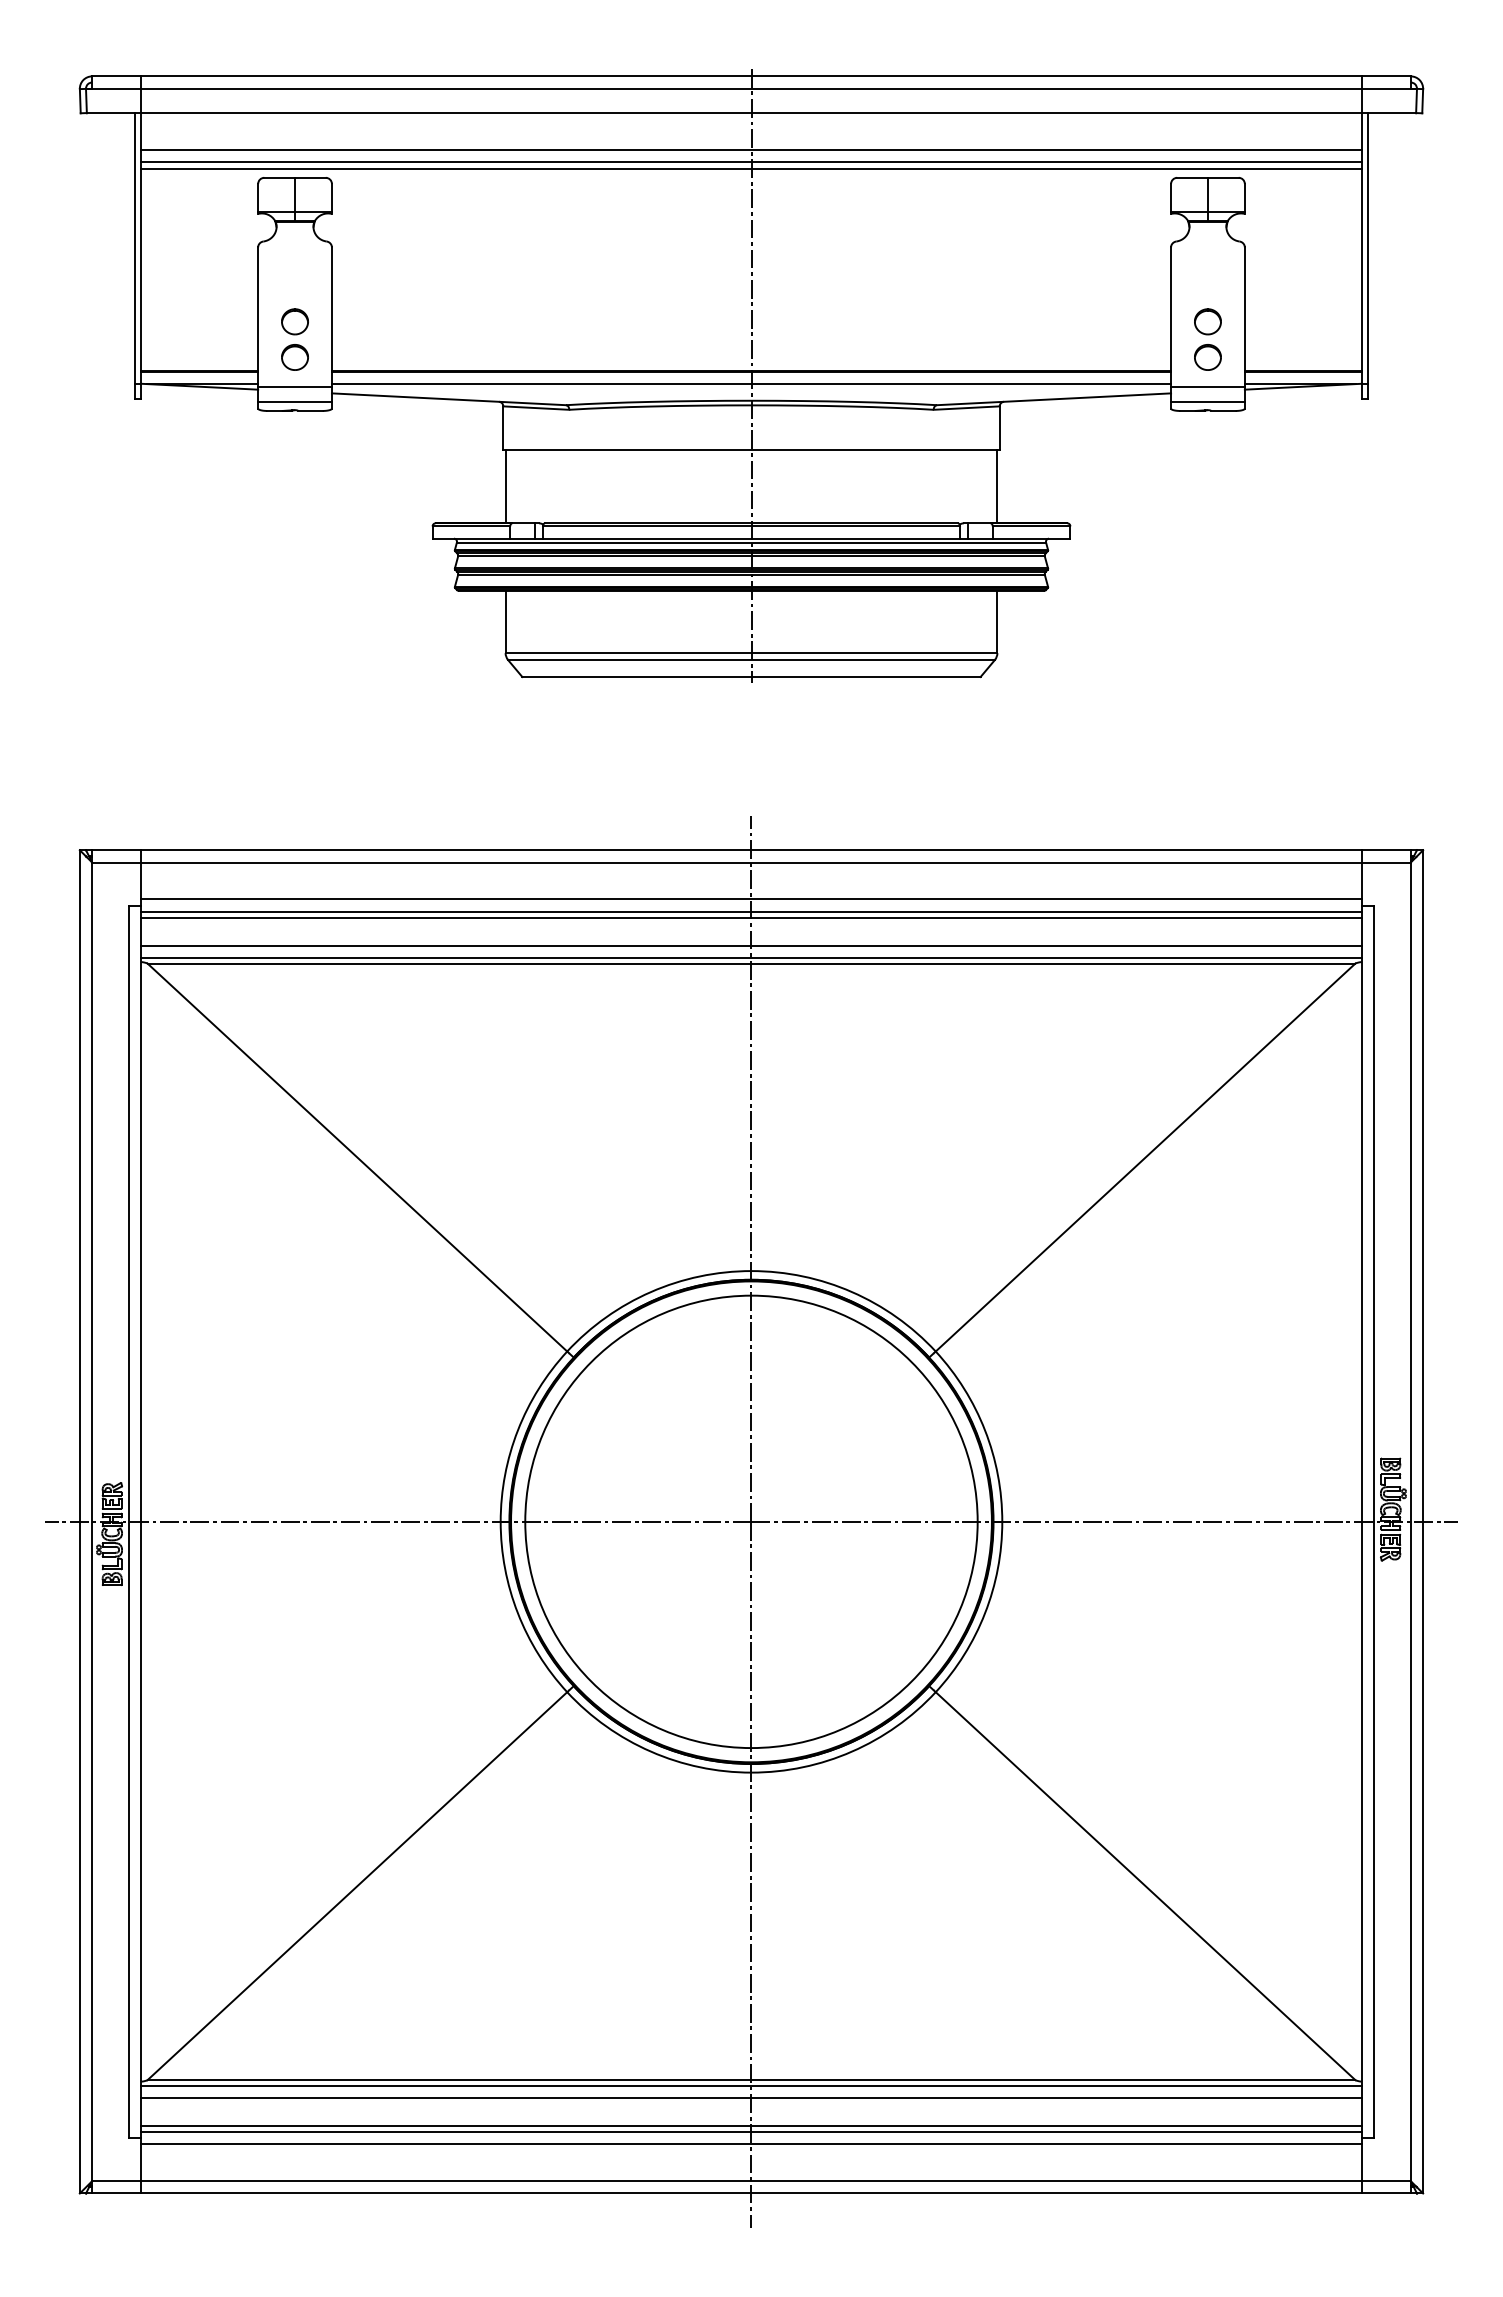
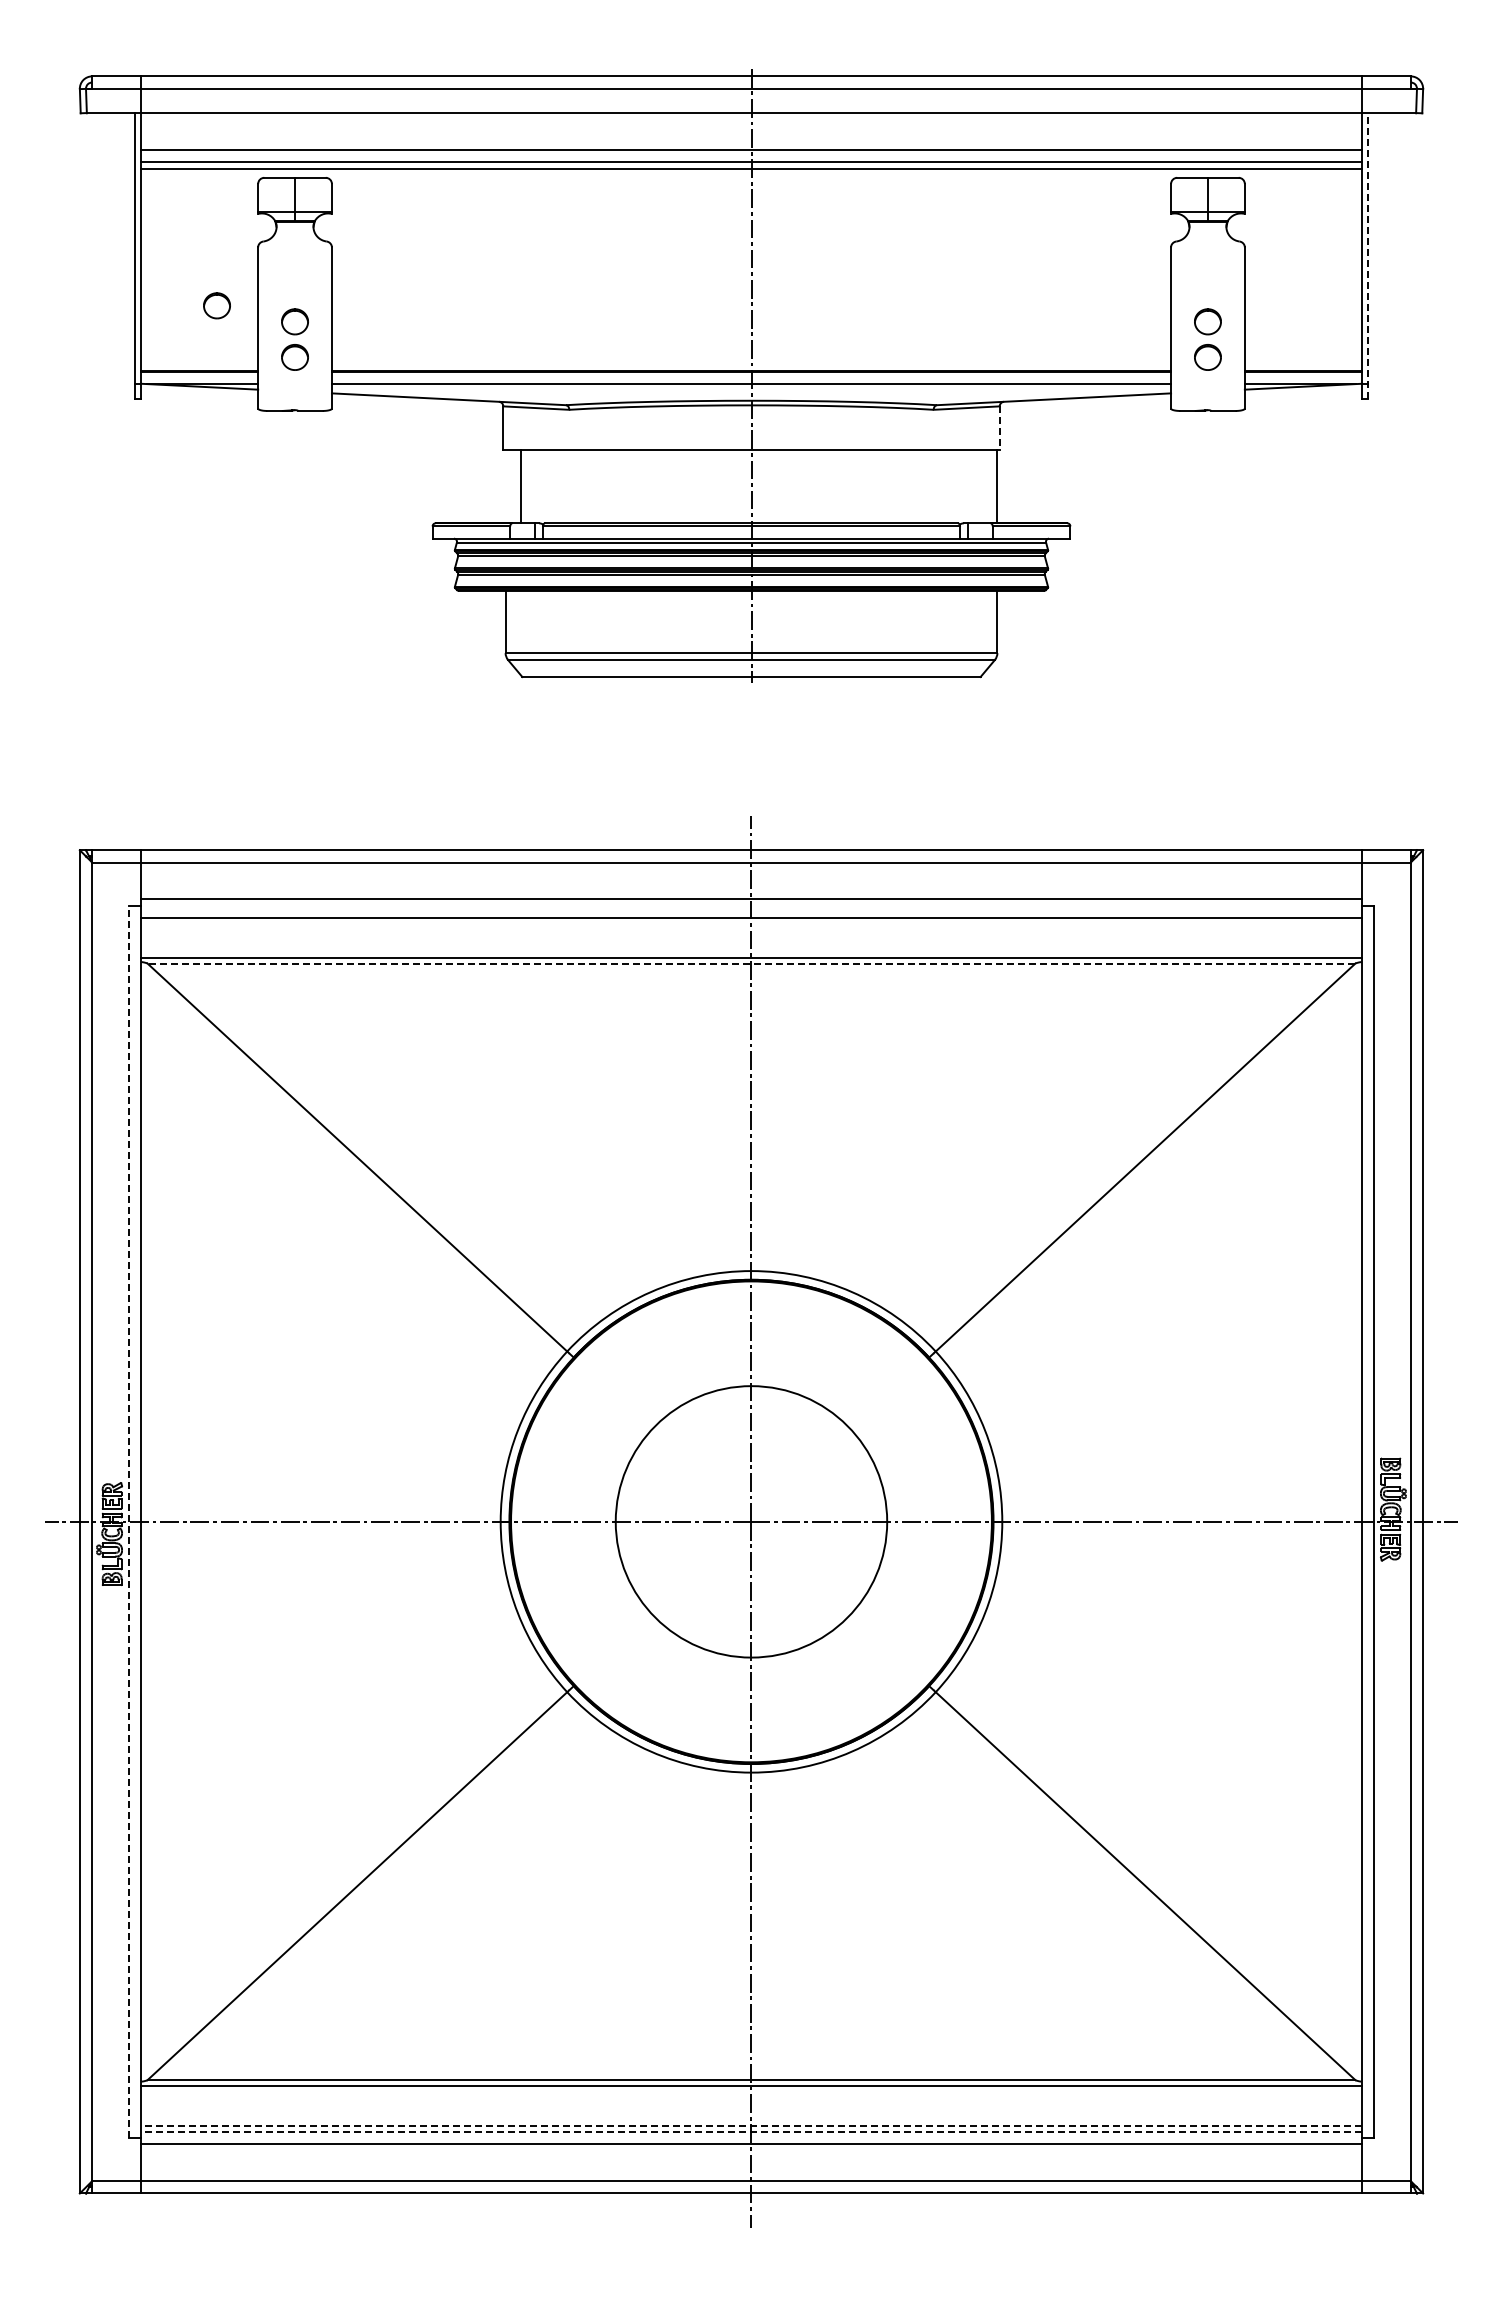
line at (1367, 256): solid -> dashed
part at (216, 305): none -> present
line at (294, 387): present -> none
line at (1207, 387): present -> none
line at (294, 402): present -> none
line at (1207, 402): present -> none
line at (999, 427): solid -> dashed
line at (505, 486) position: (505, 486) -> (520, 486)
line at (751, 911): present -> none
line at (751, 945): present -> none
line at (751, 963): solid -> dashed
line at (129, 1521): solid -> dashed
circle at (751, 1521) diameter: 452 px -> 271 px
line at (751, 2098): present -> none
line at (751, 2125): solid -> dashed
line at (751, 2132): solid -> dashed
